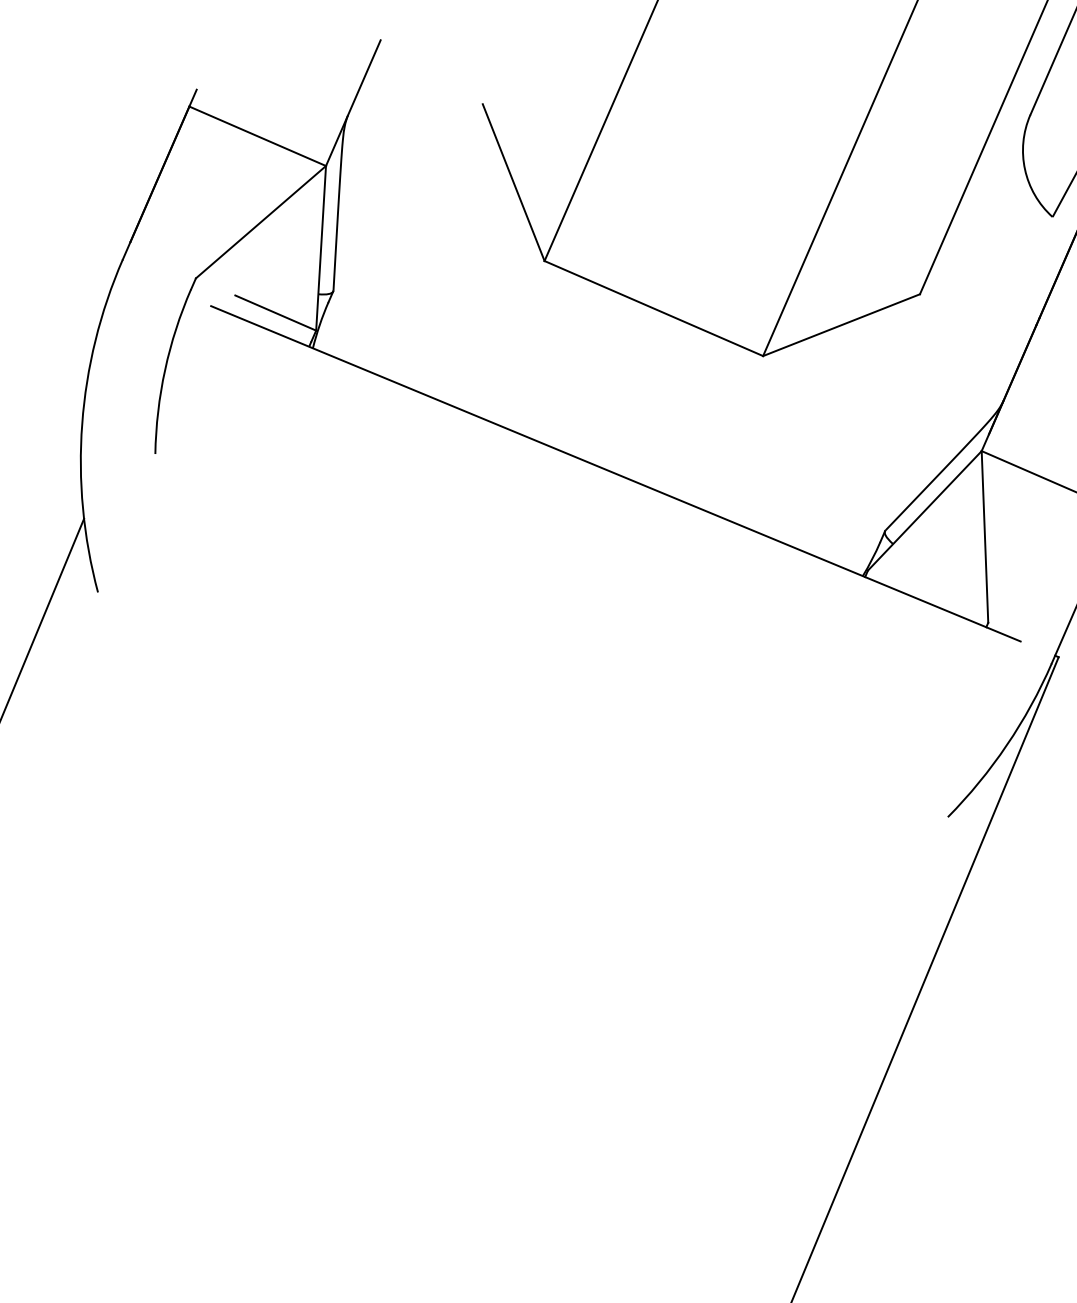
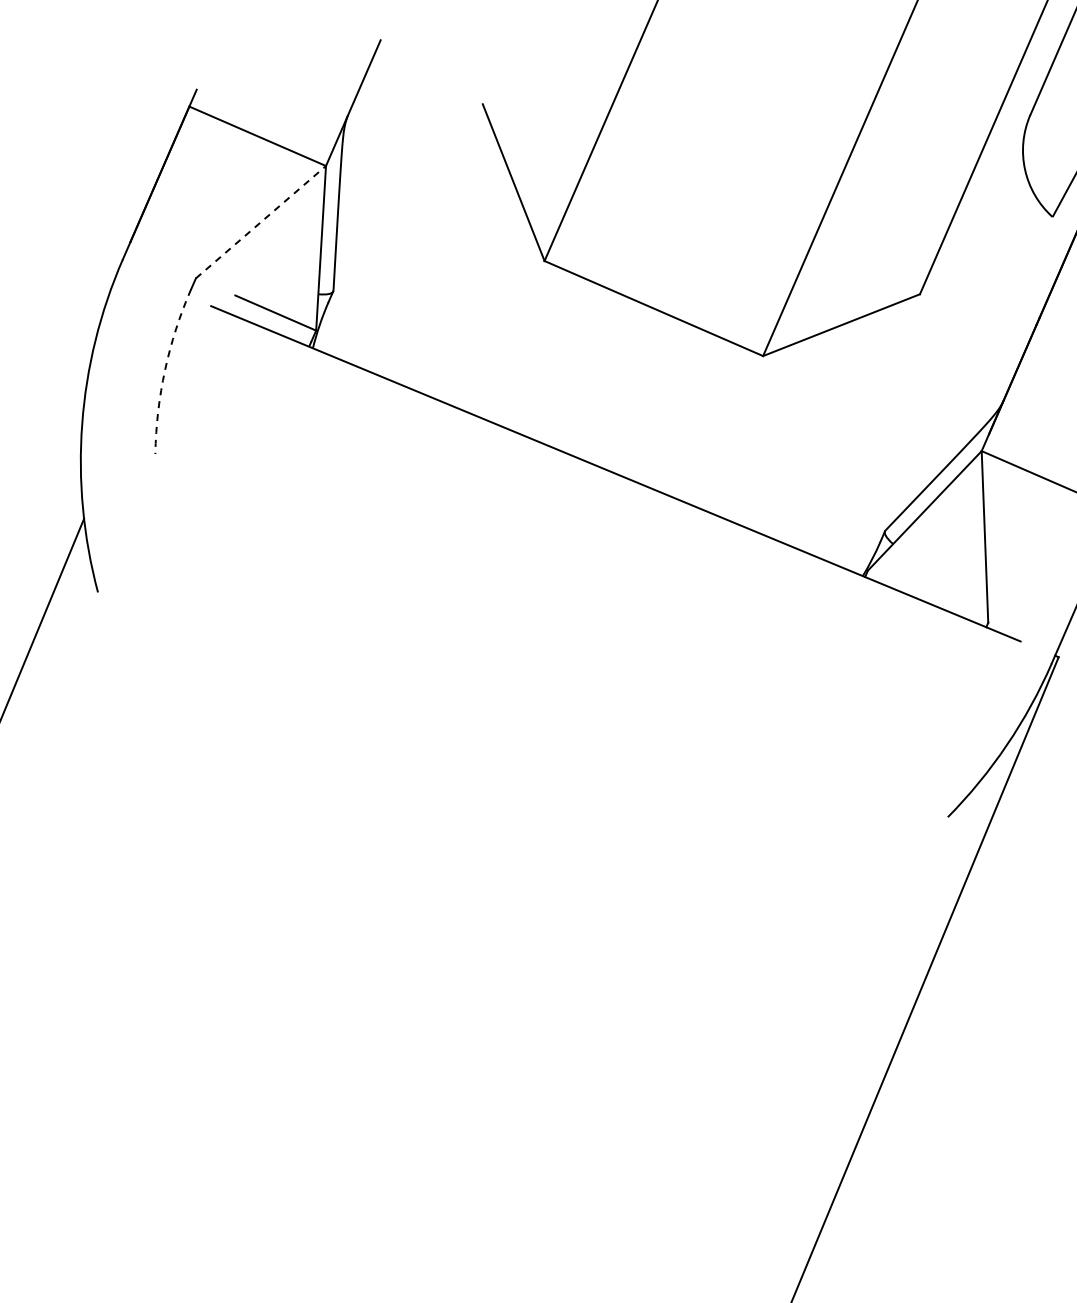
line at (260, 222): solid -> dashed
arc at (165, 369): solid -> dashed
